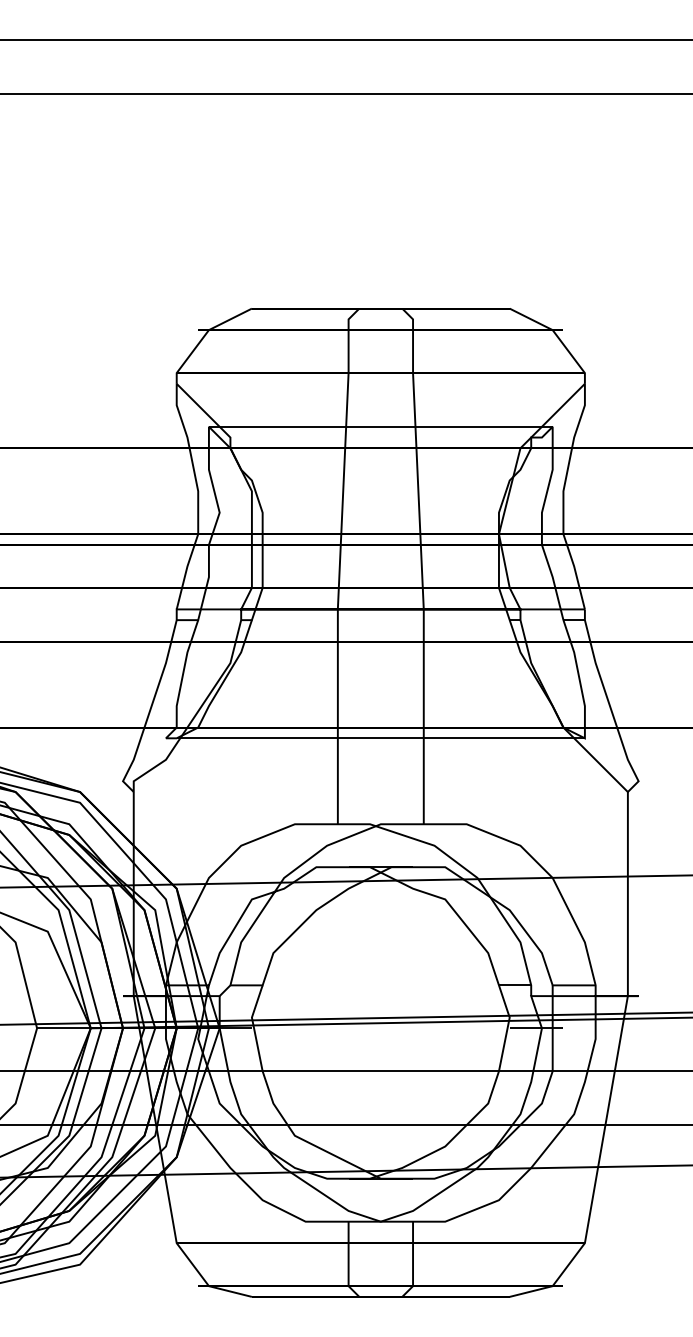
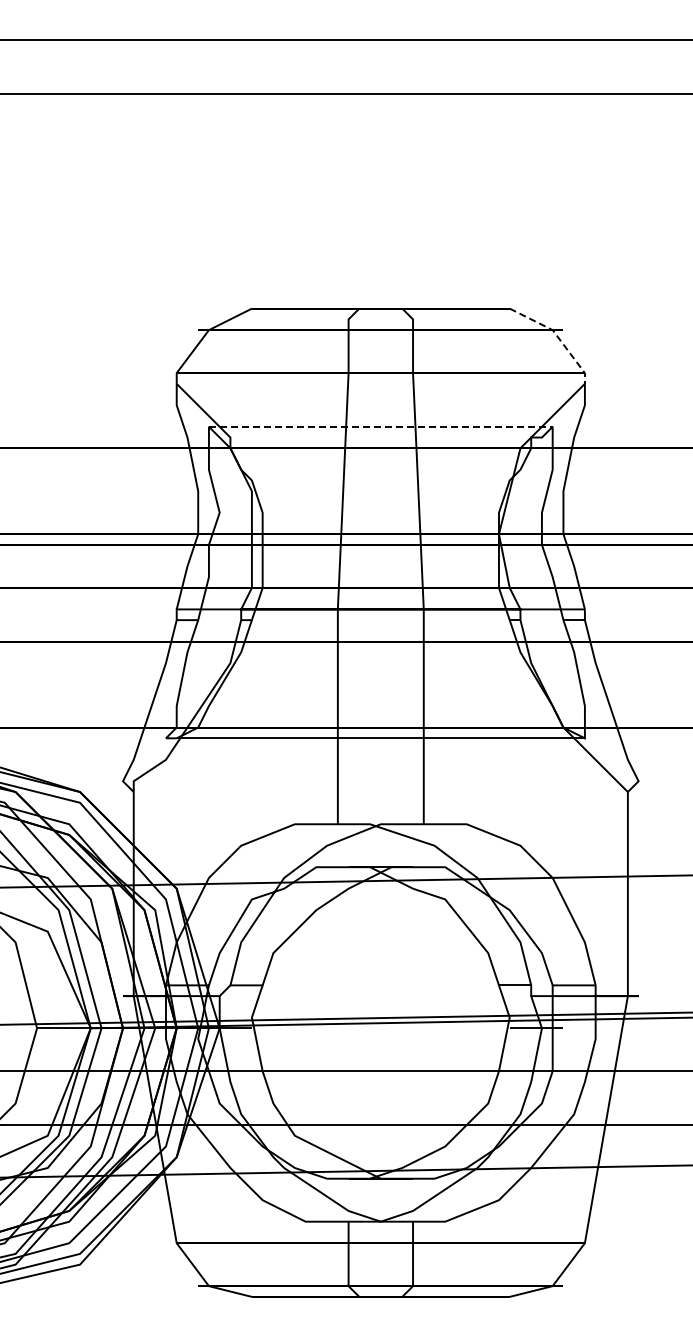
line at (557, 336): solid -> dashed
line at (380, 426): solid -> dashed
